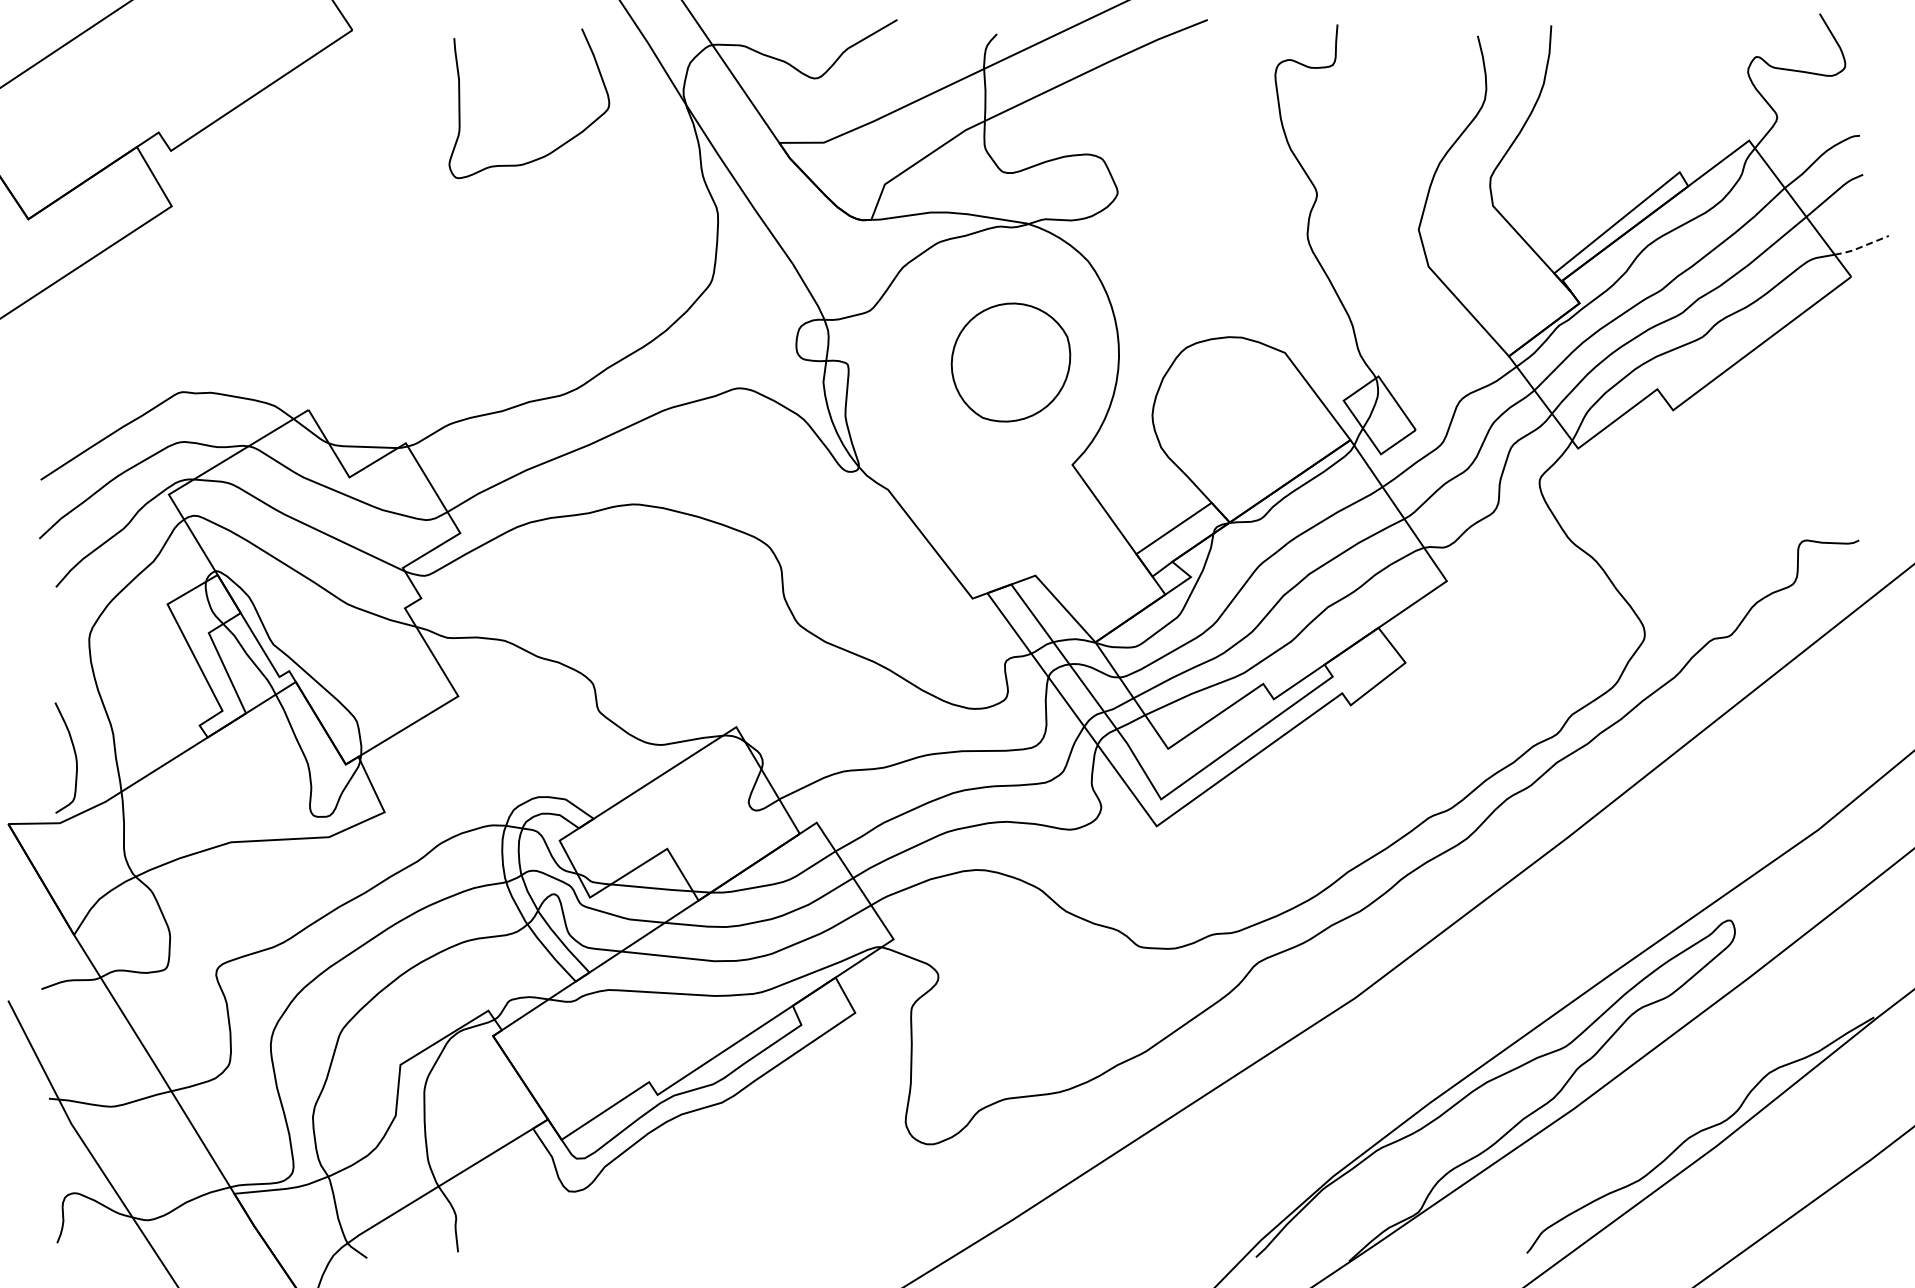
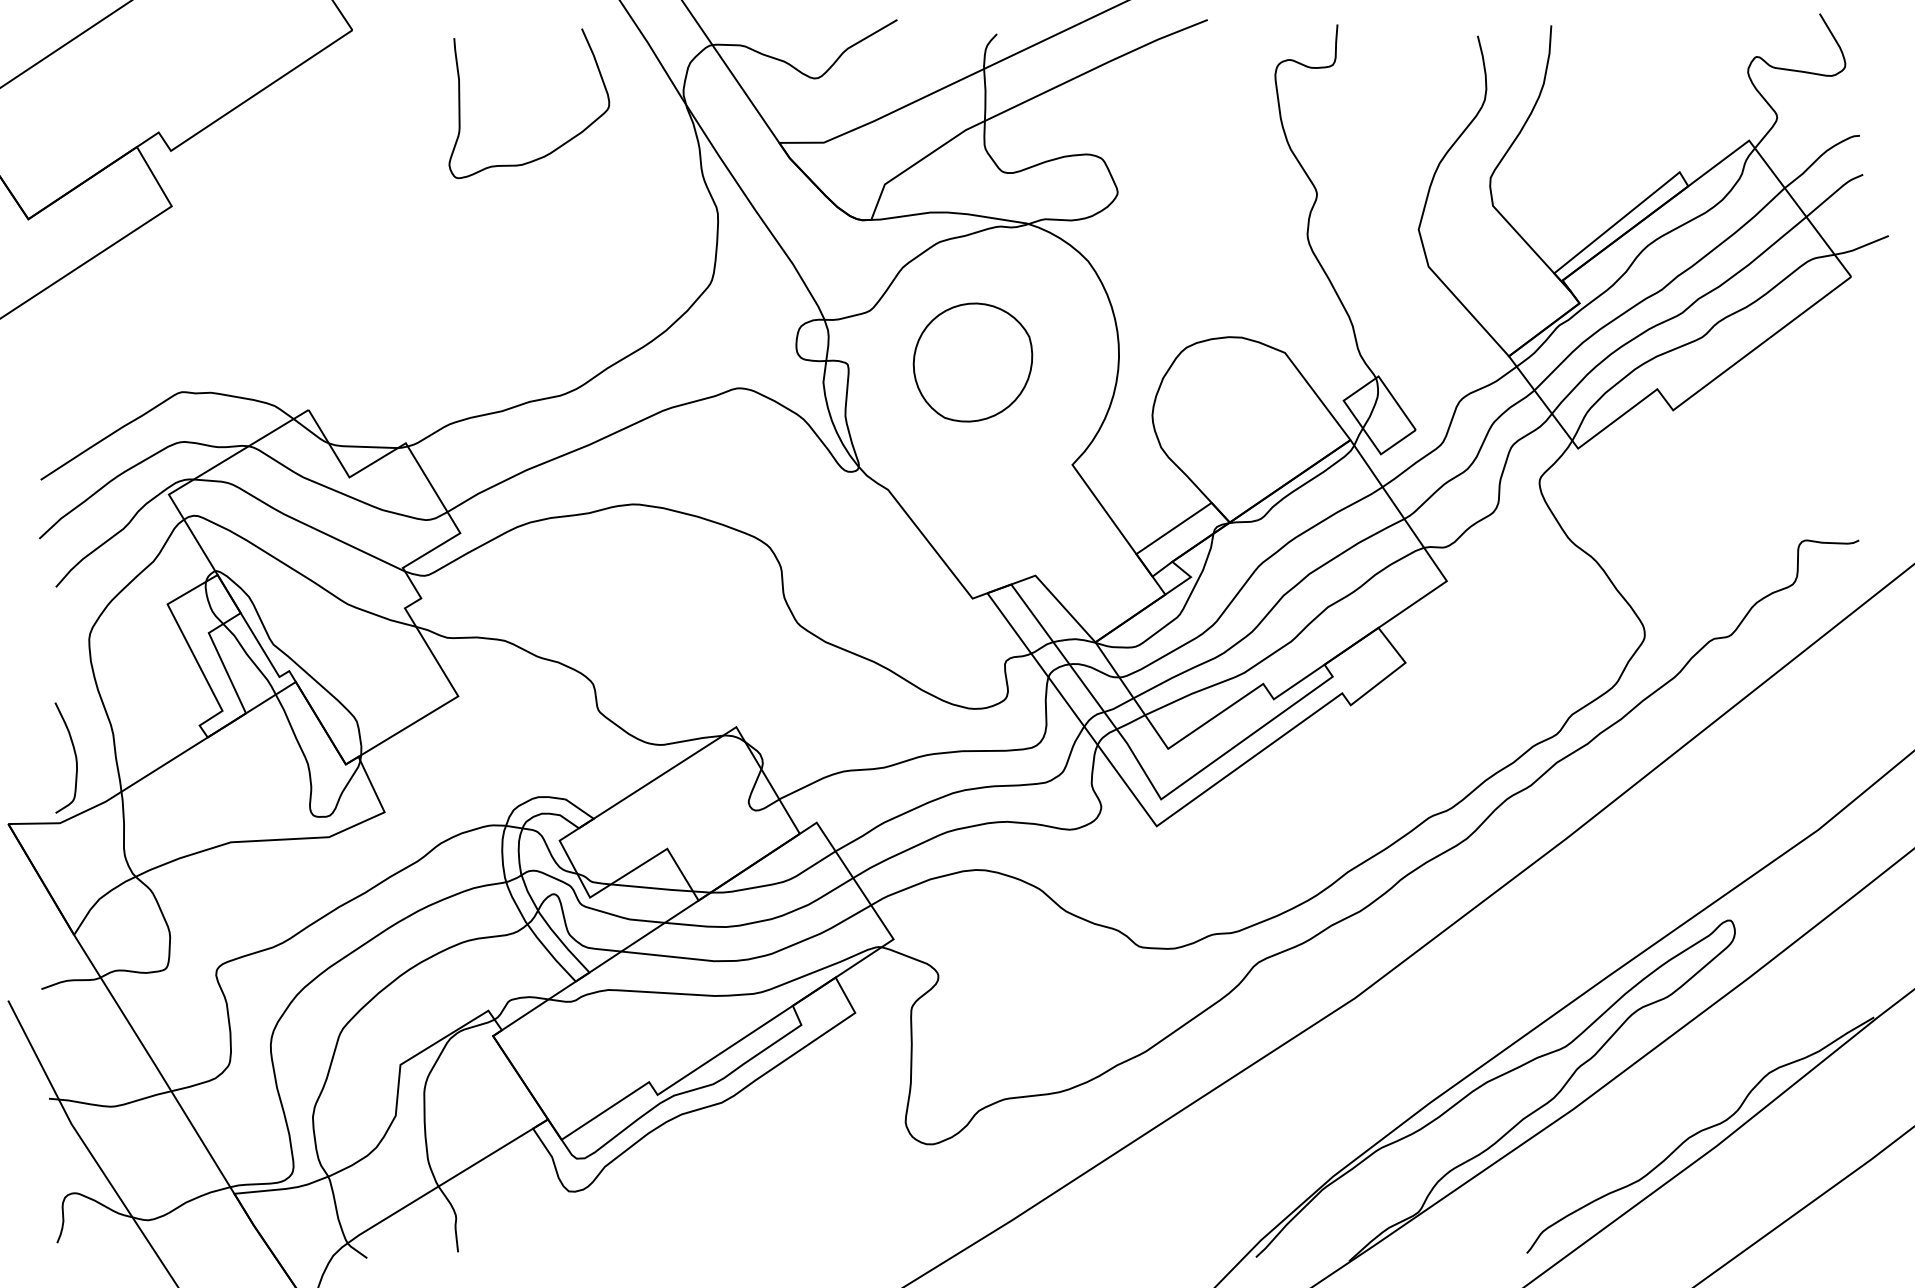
line at (1861, 247): dashed -> solid
part at (1010, 362) position: (1010, 362) -> (972, 362)
